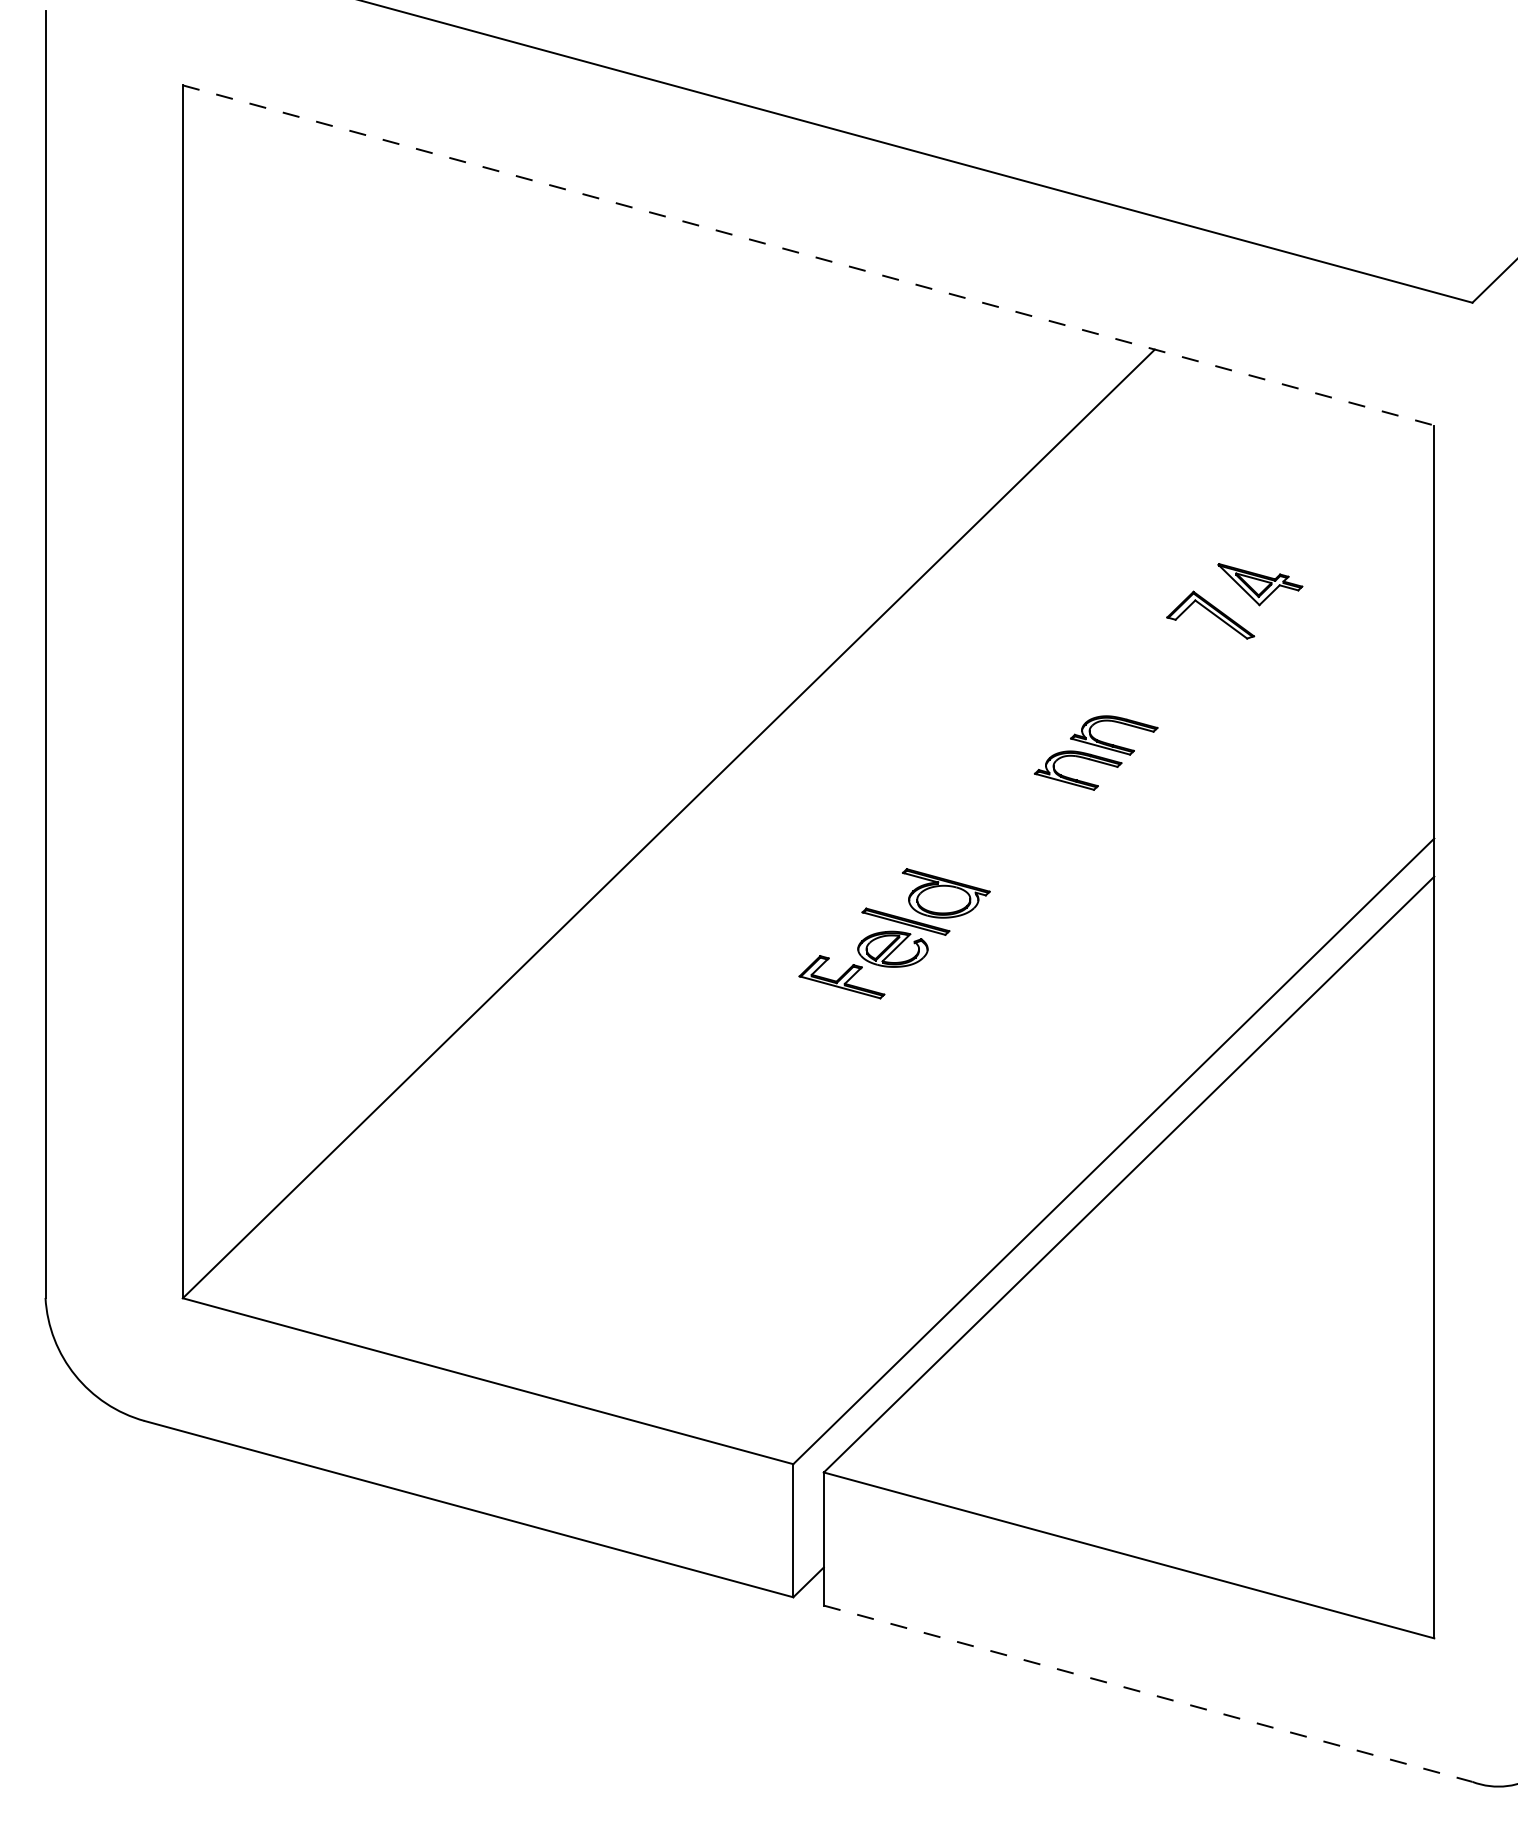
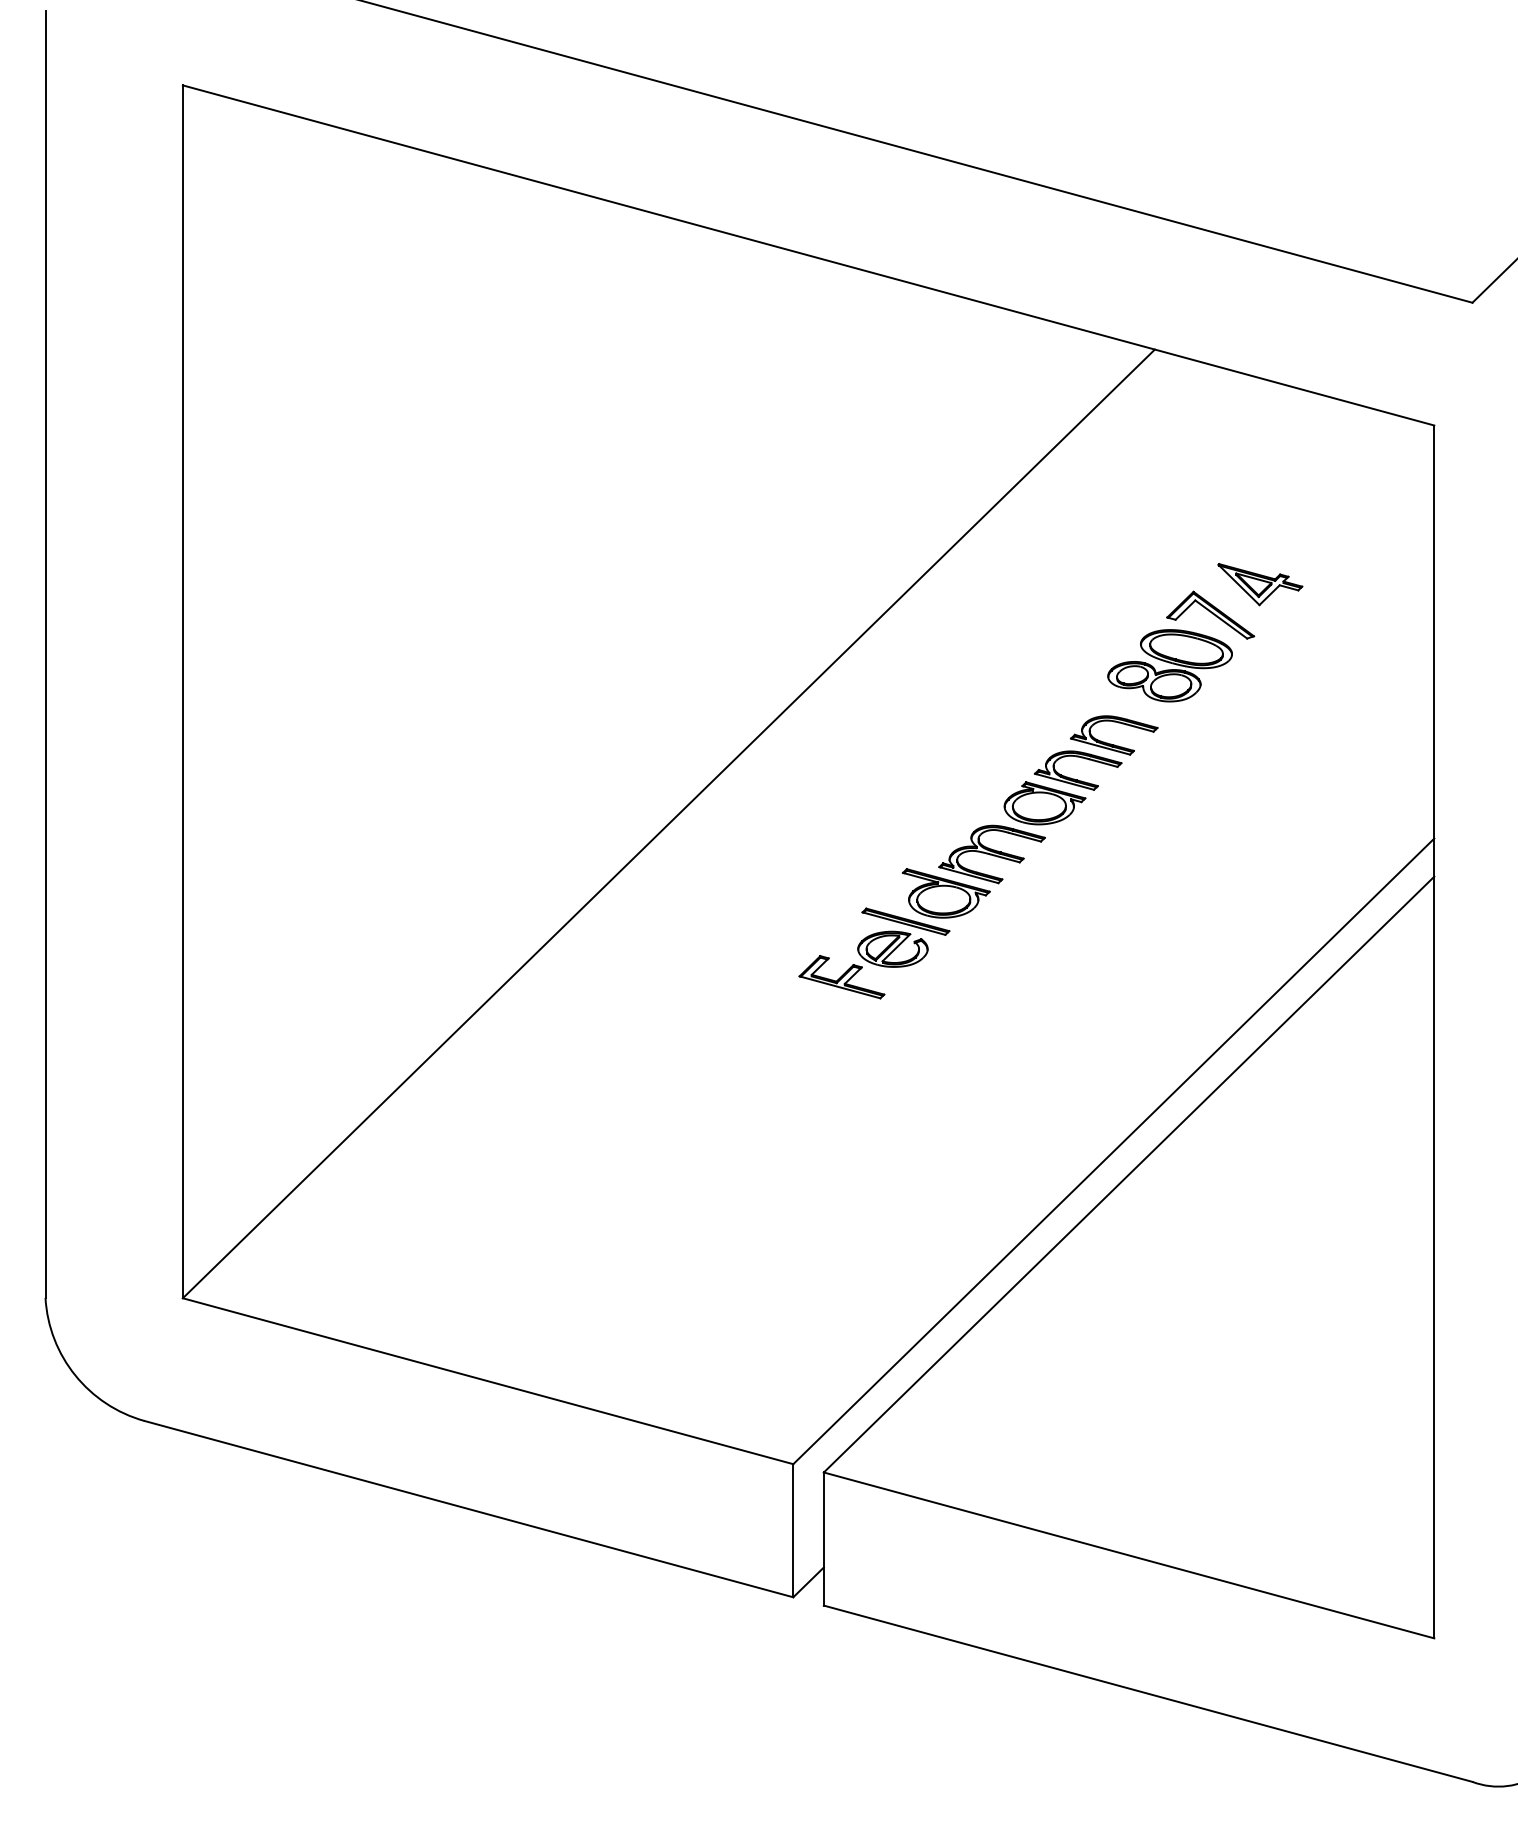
line at (809, 255): dashed -> solid
part at (1169, 665): none -> present
part at (1012, 832): none -> present
line at (1148, 1693): dashed -> solid
